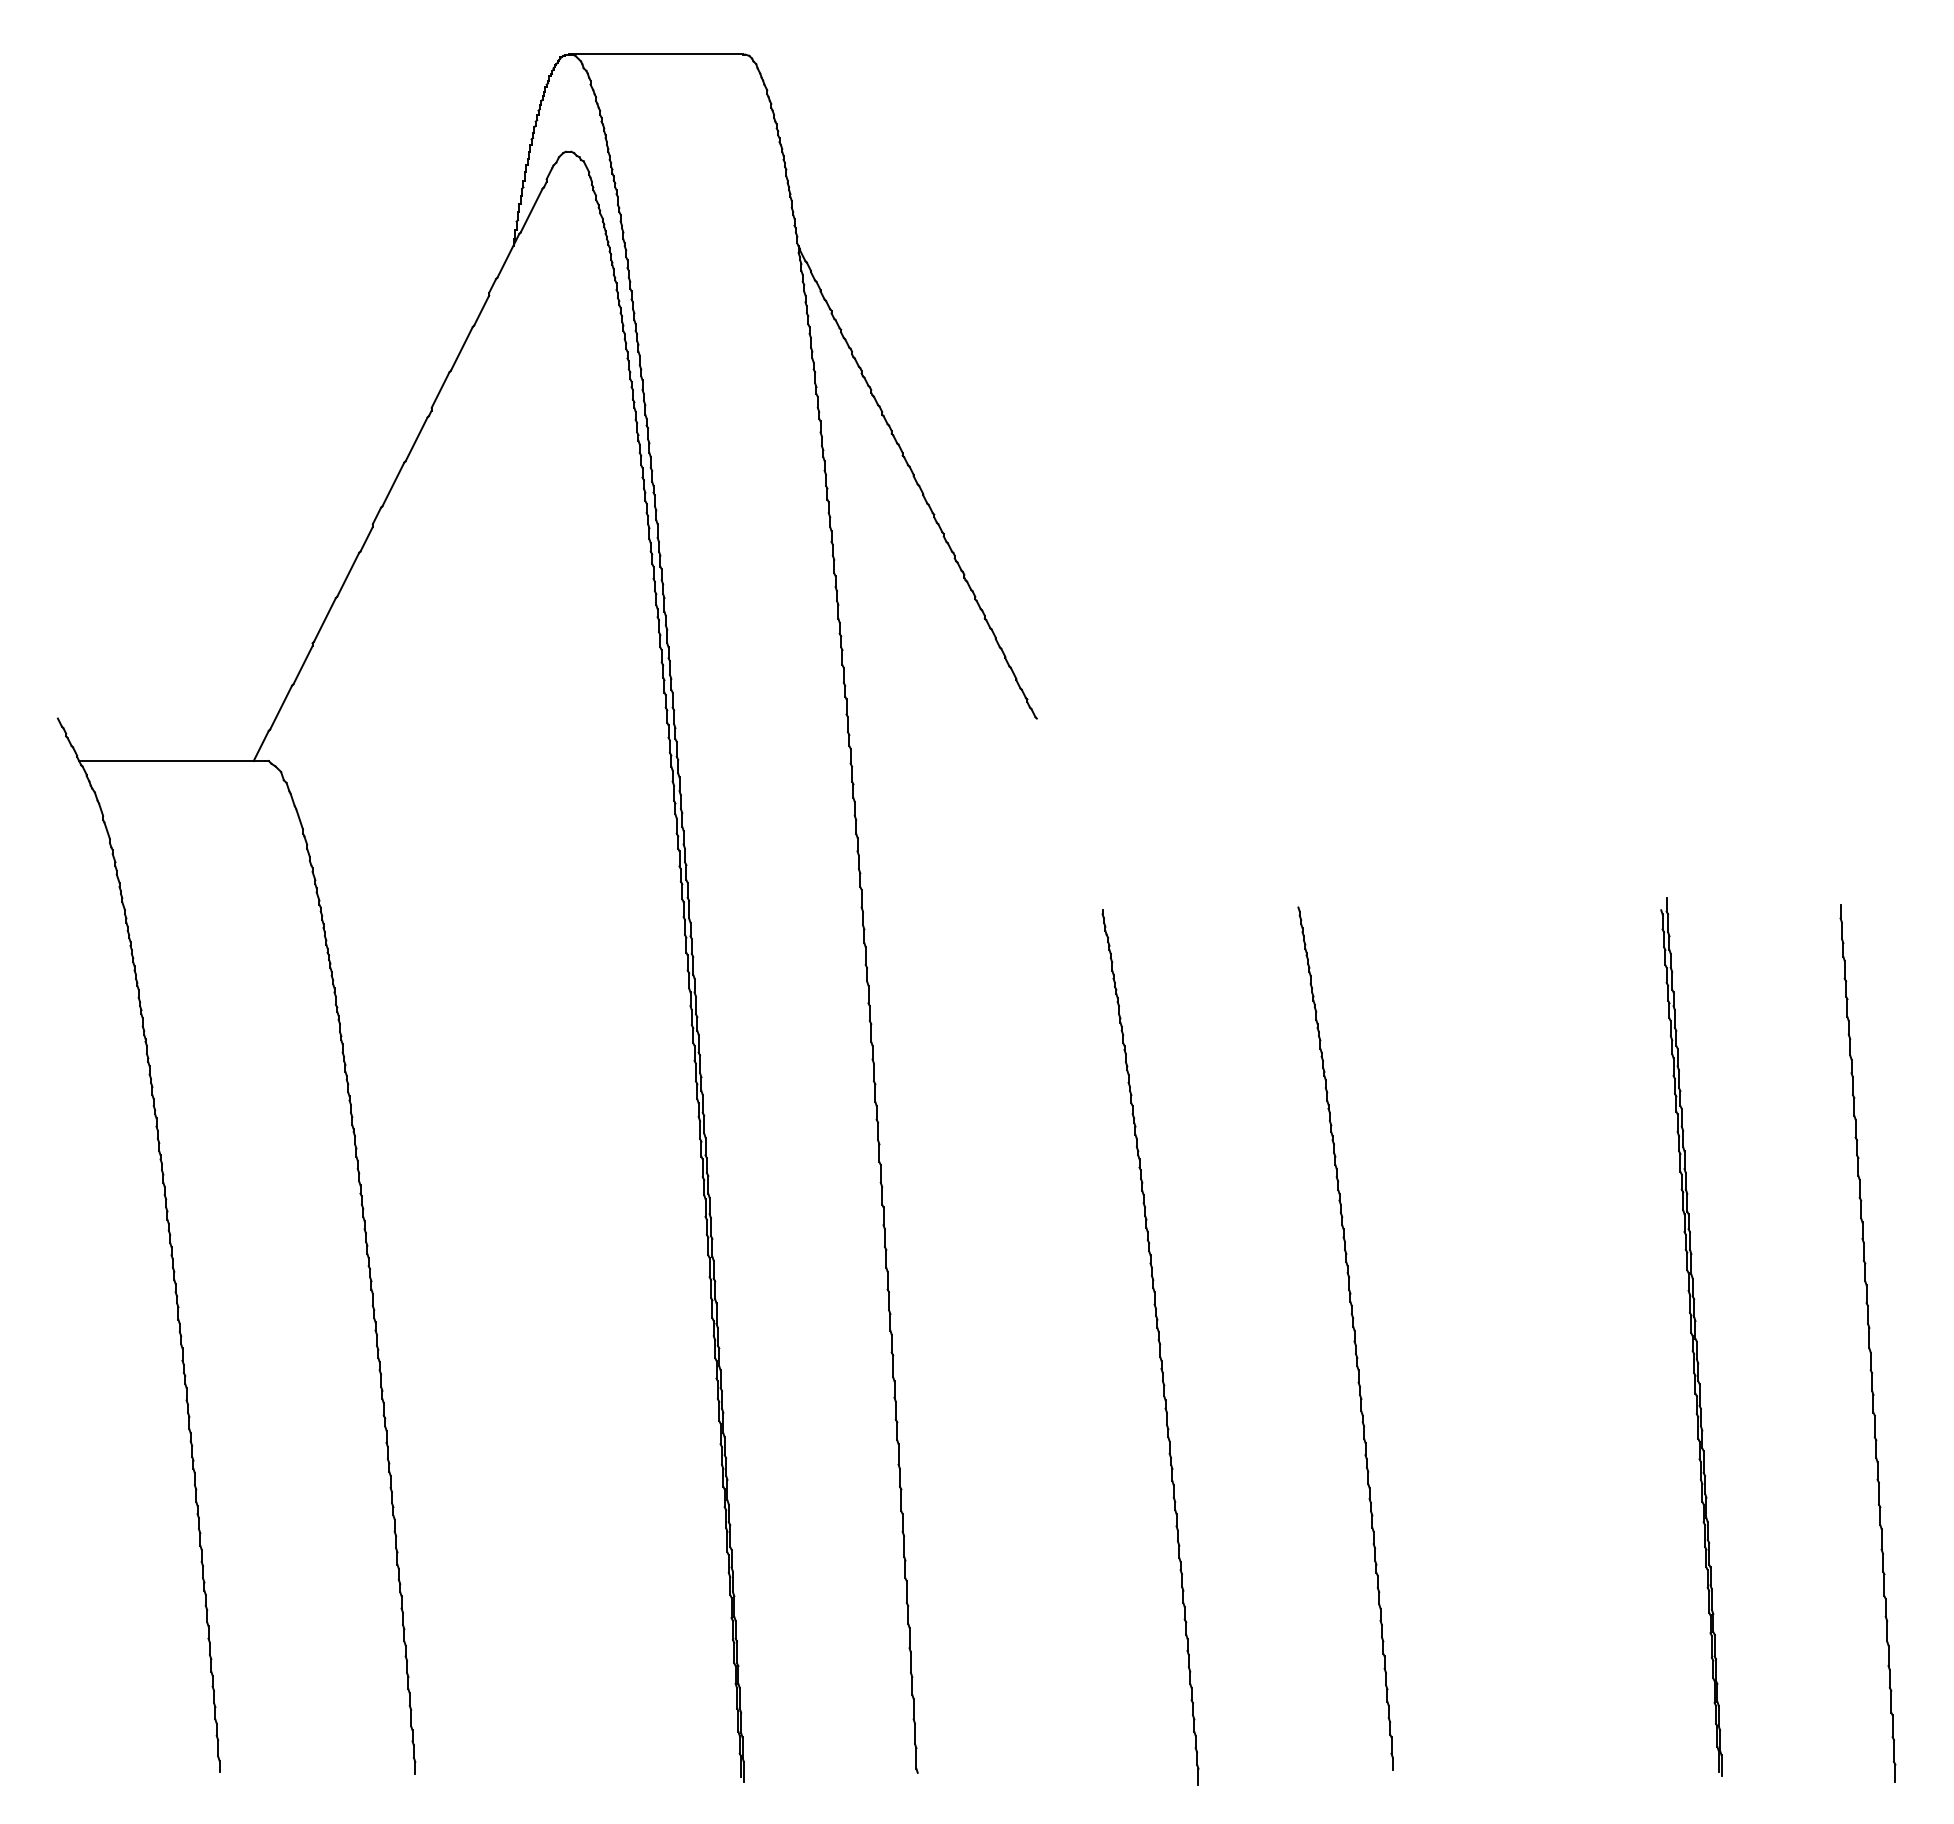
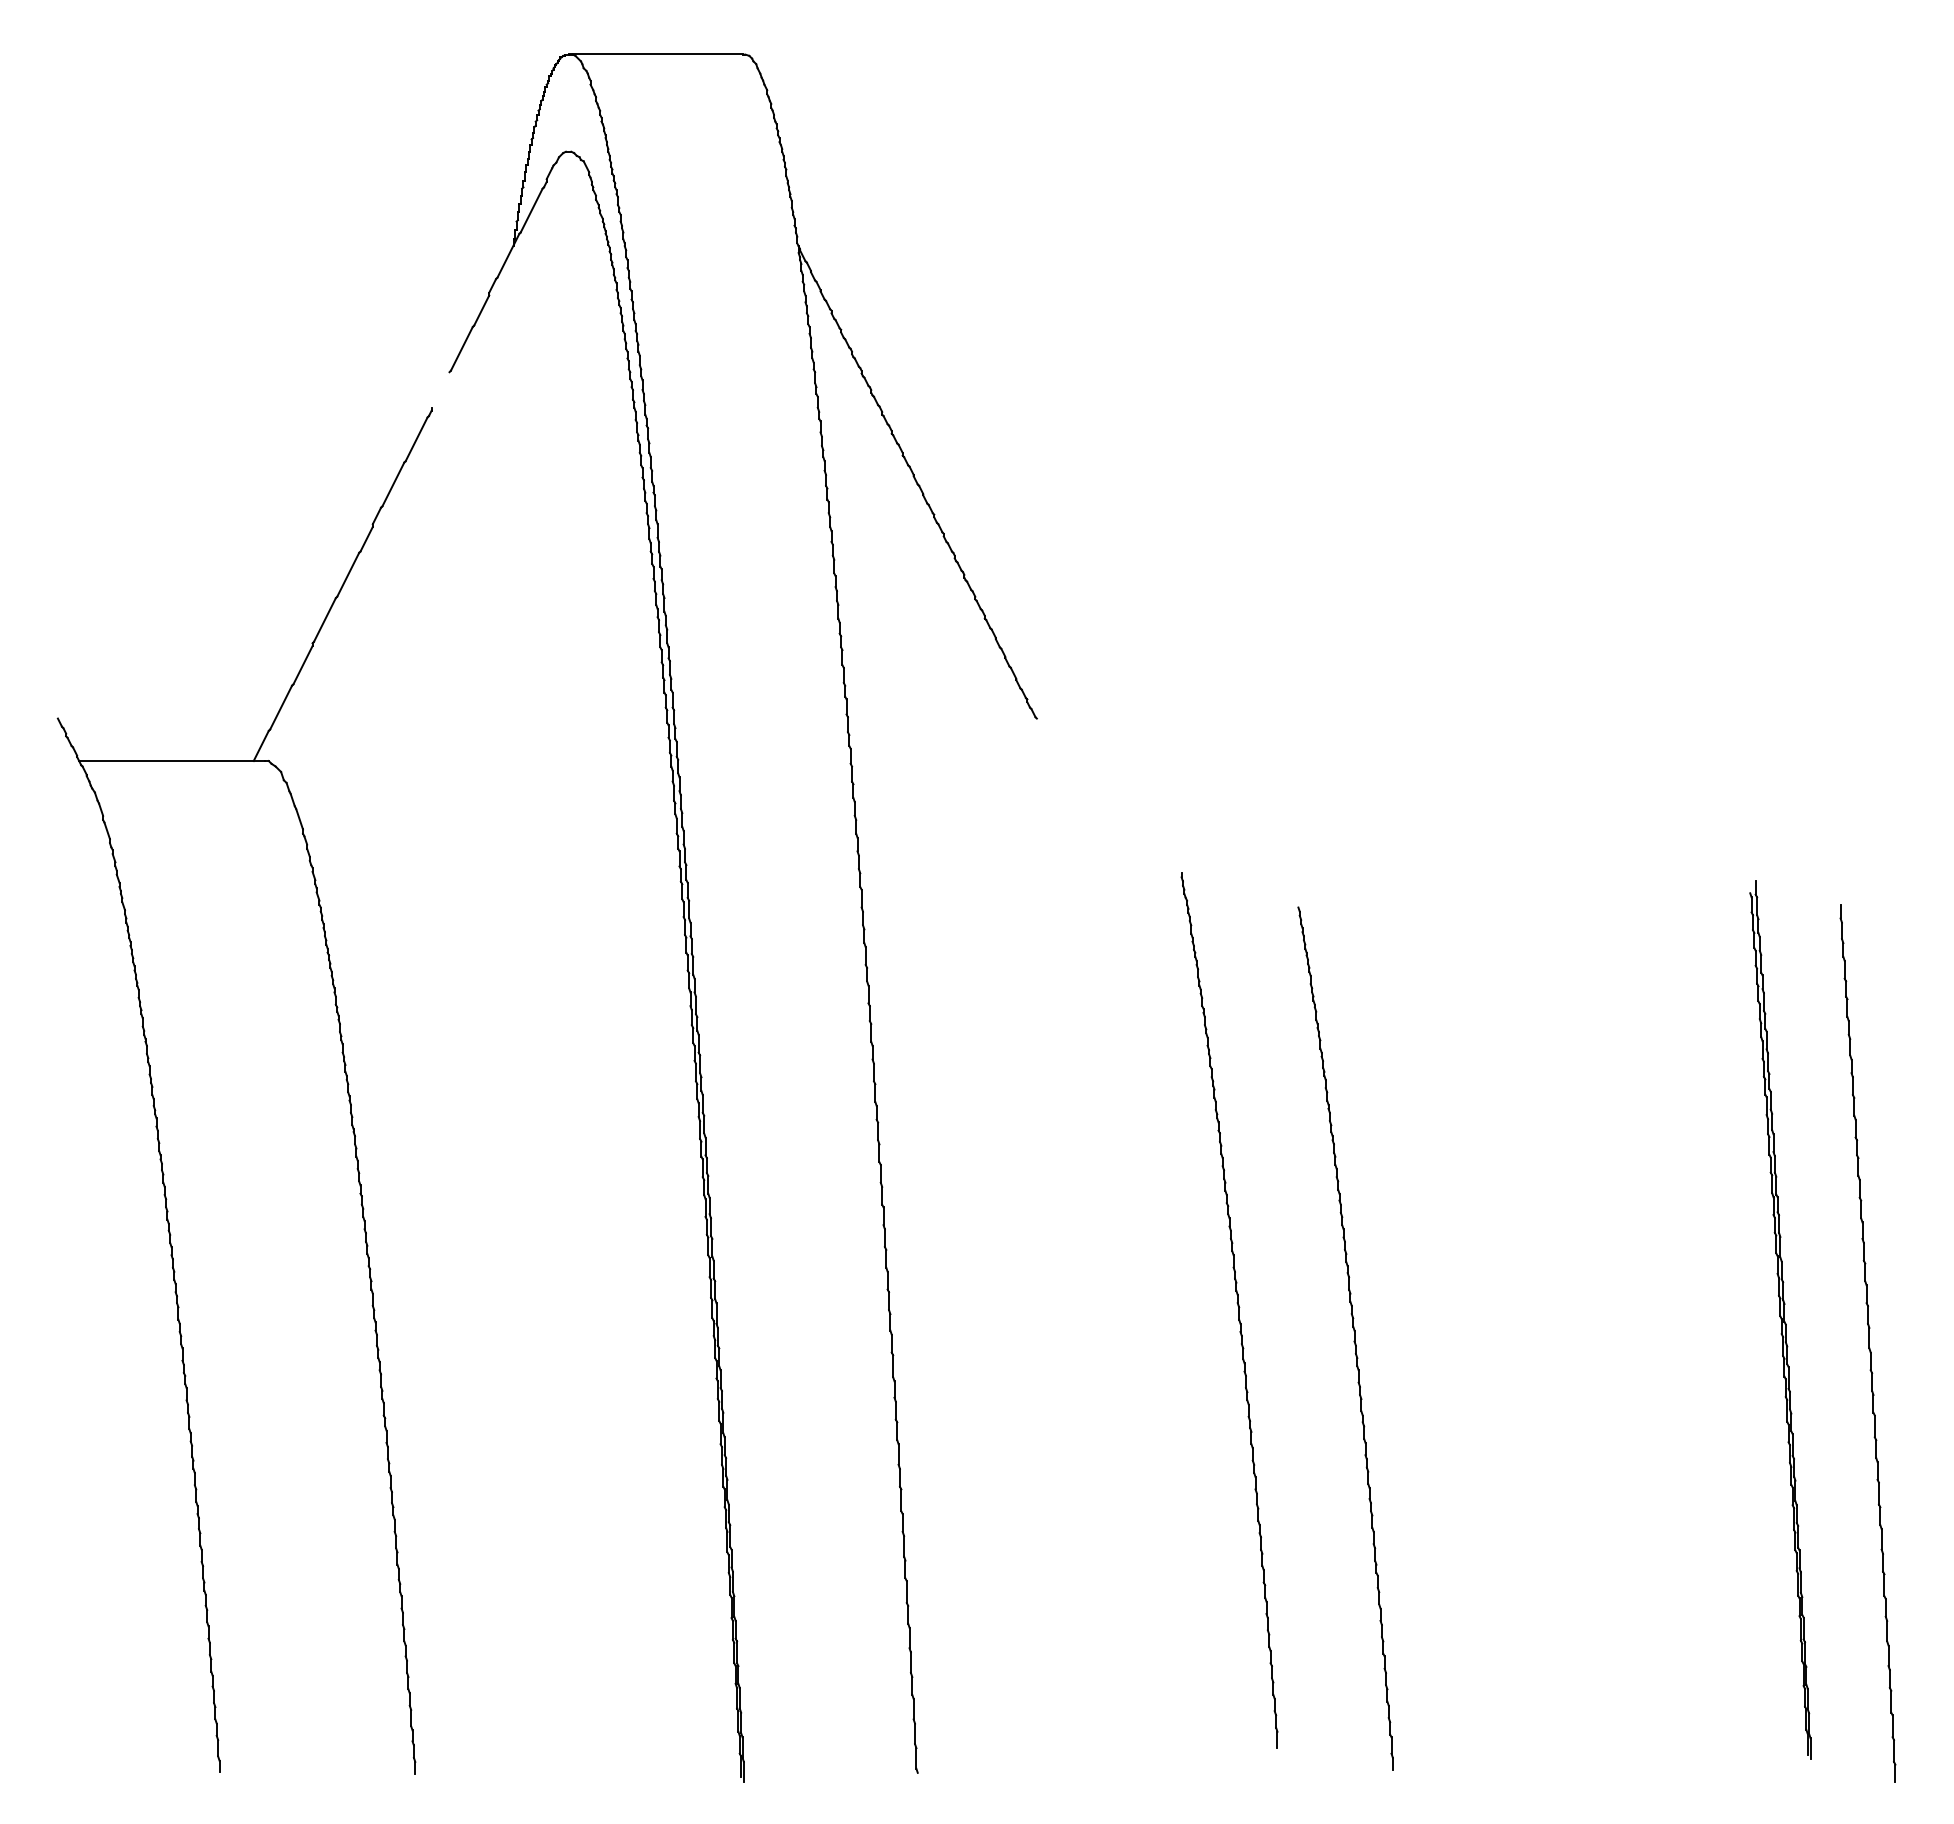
line at (440, 389): present -> none
part at (1691, 1336) position: (1691, 1336) -> (1780, 1319)
part at (1158, 1343) position: (1158, 1343) -> (1237, 1306)
